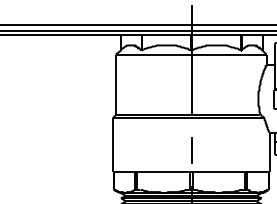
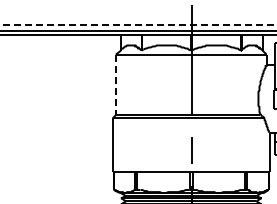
line at (138, 24): solid -> dashed
line at (115, 85): solid -> dashed
